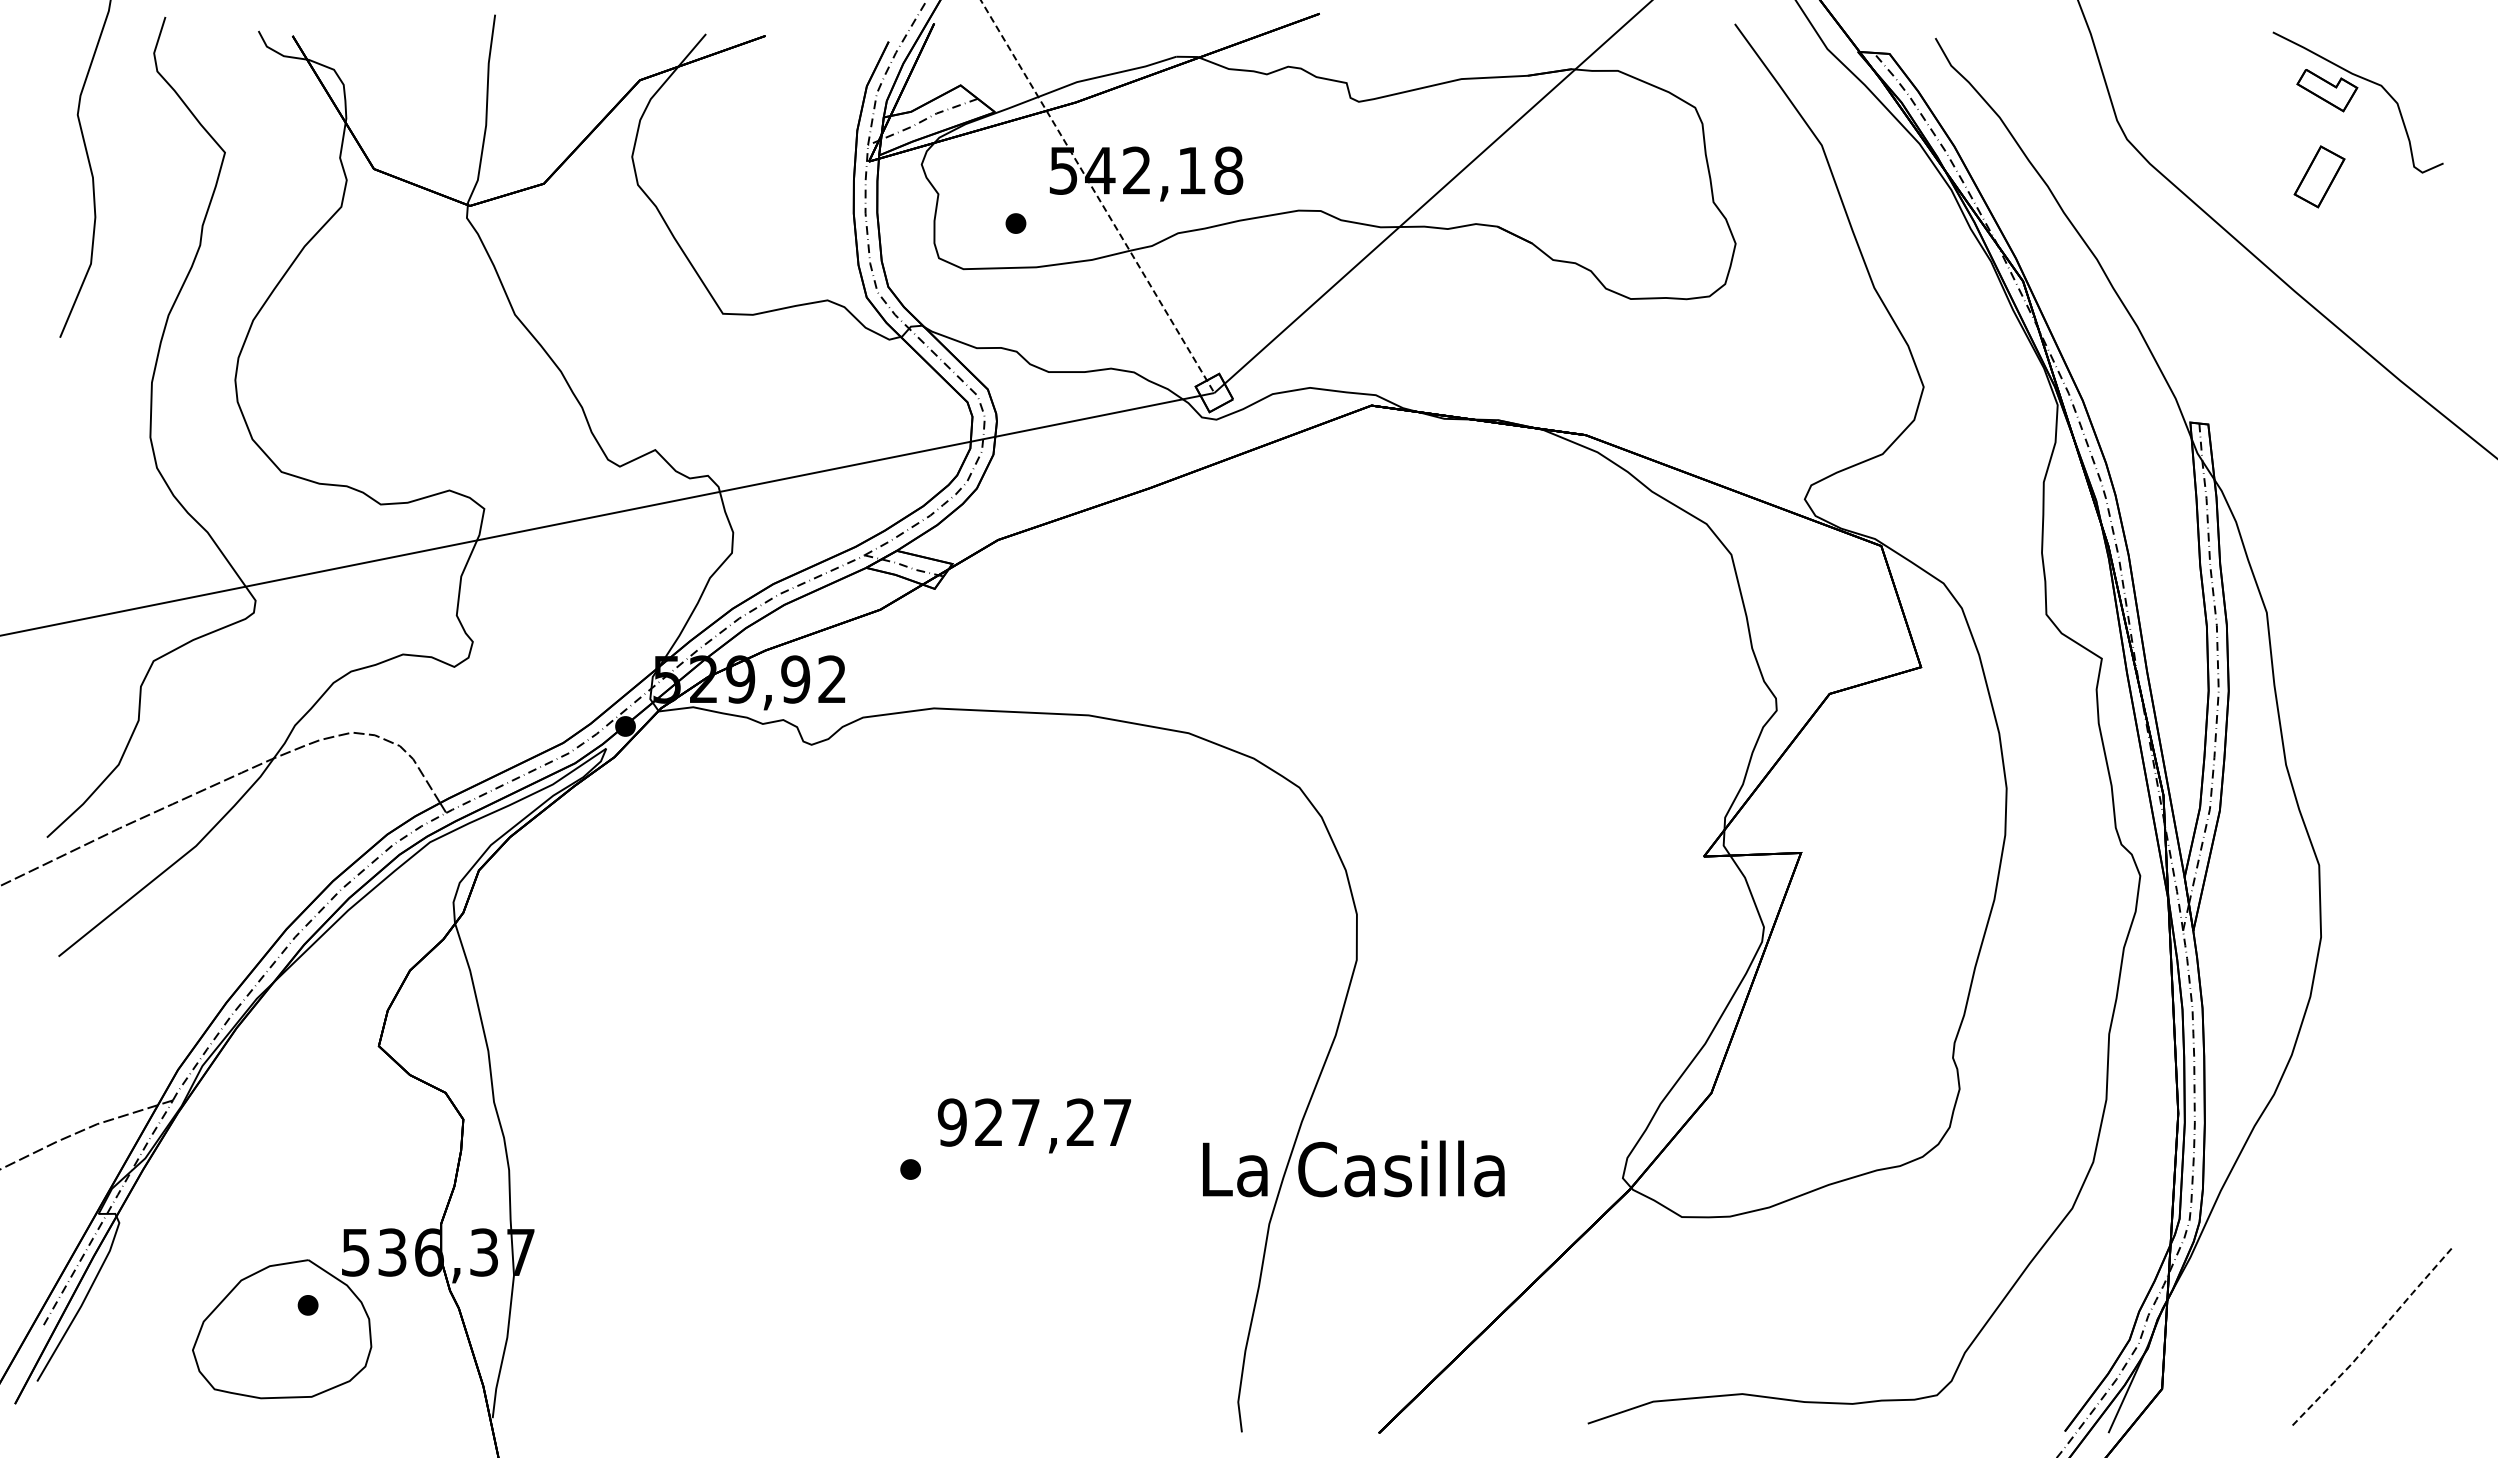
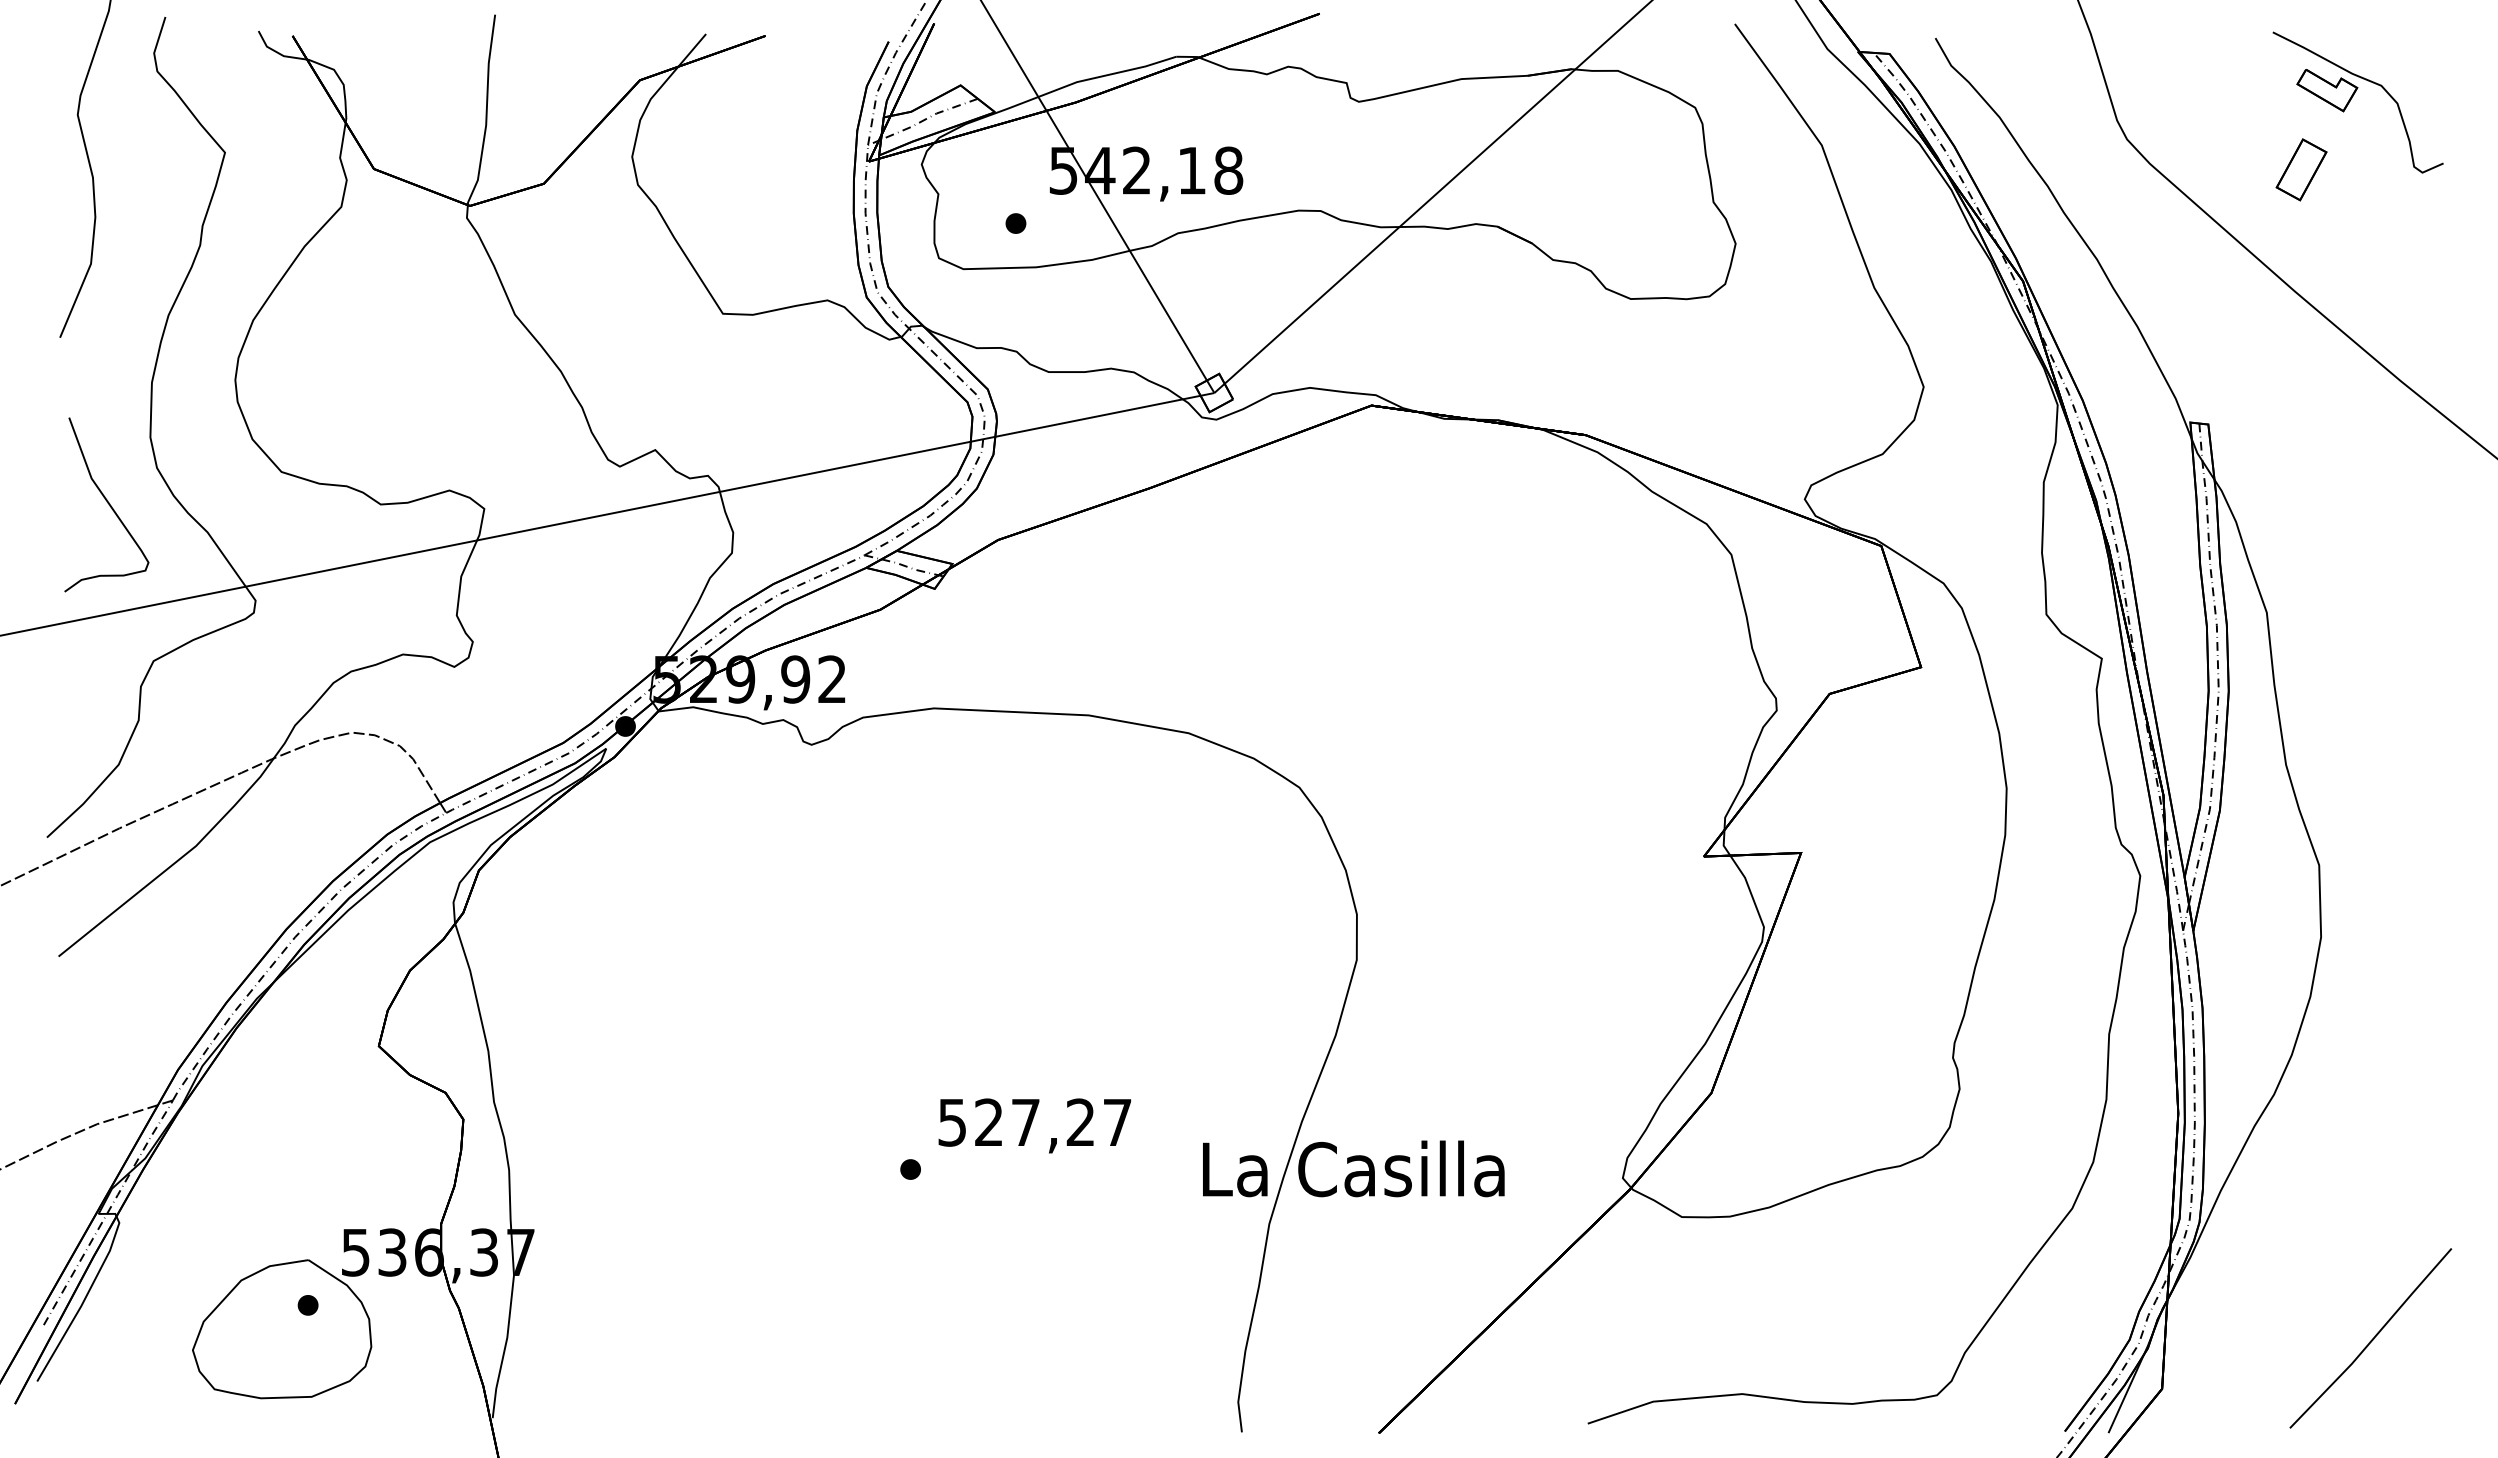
part at (2319, 176) position: (2319, 176) -> (2301, 169)
line at (1097, 197): dashed -> solid
curve at (107, 503): none -> present
text at (951, 1122): 927,27 -> 527,27
line at (2372, 1339): dashed -> solid
